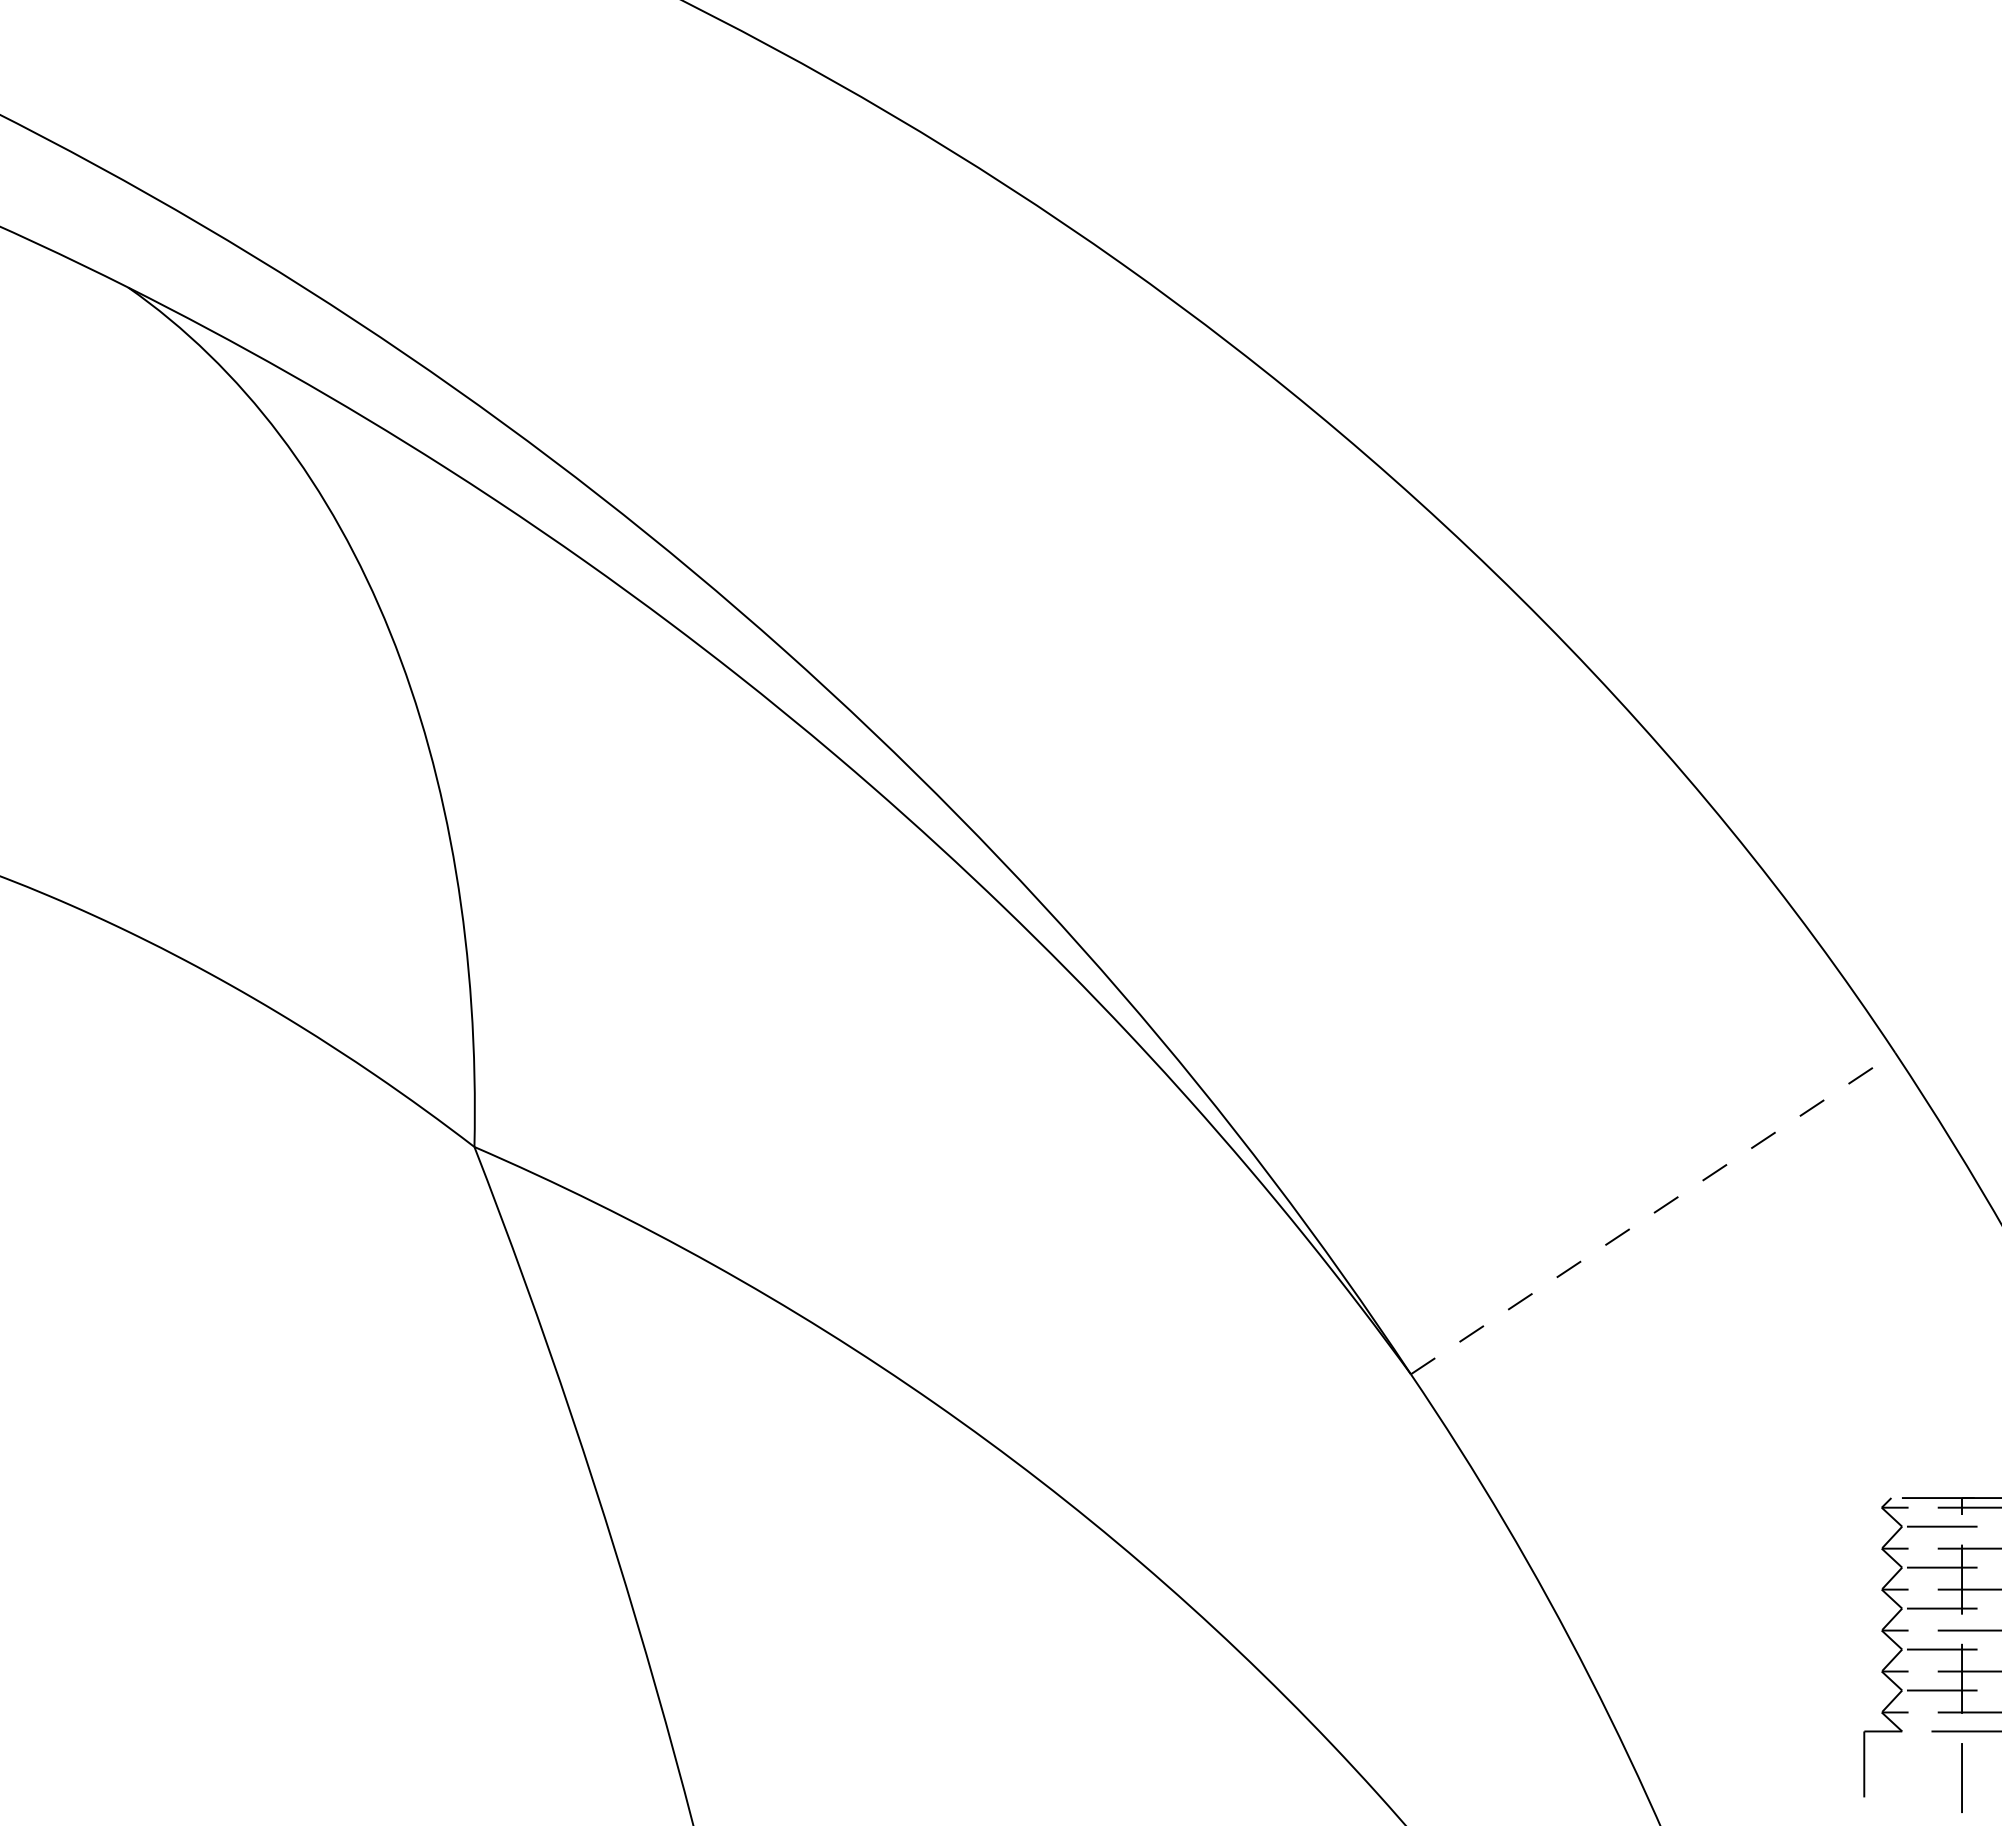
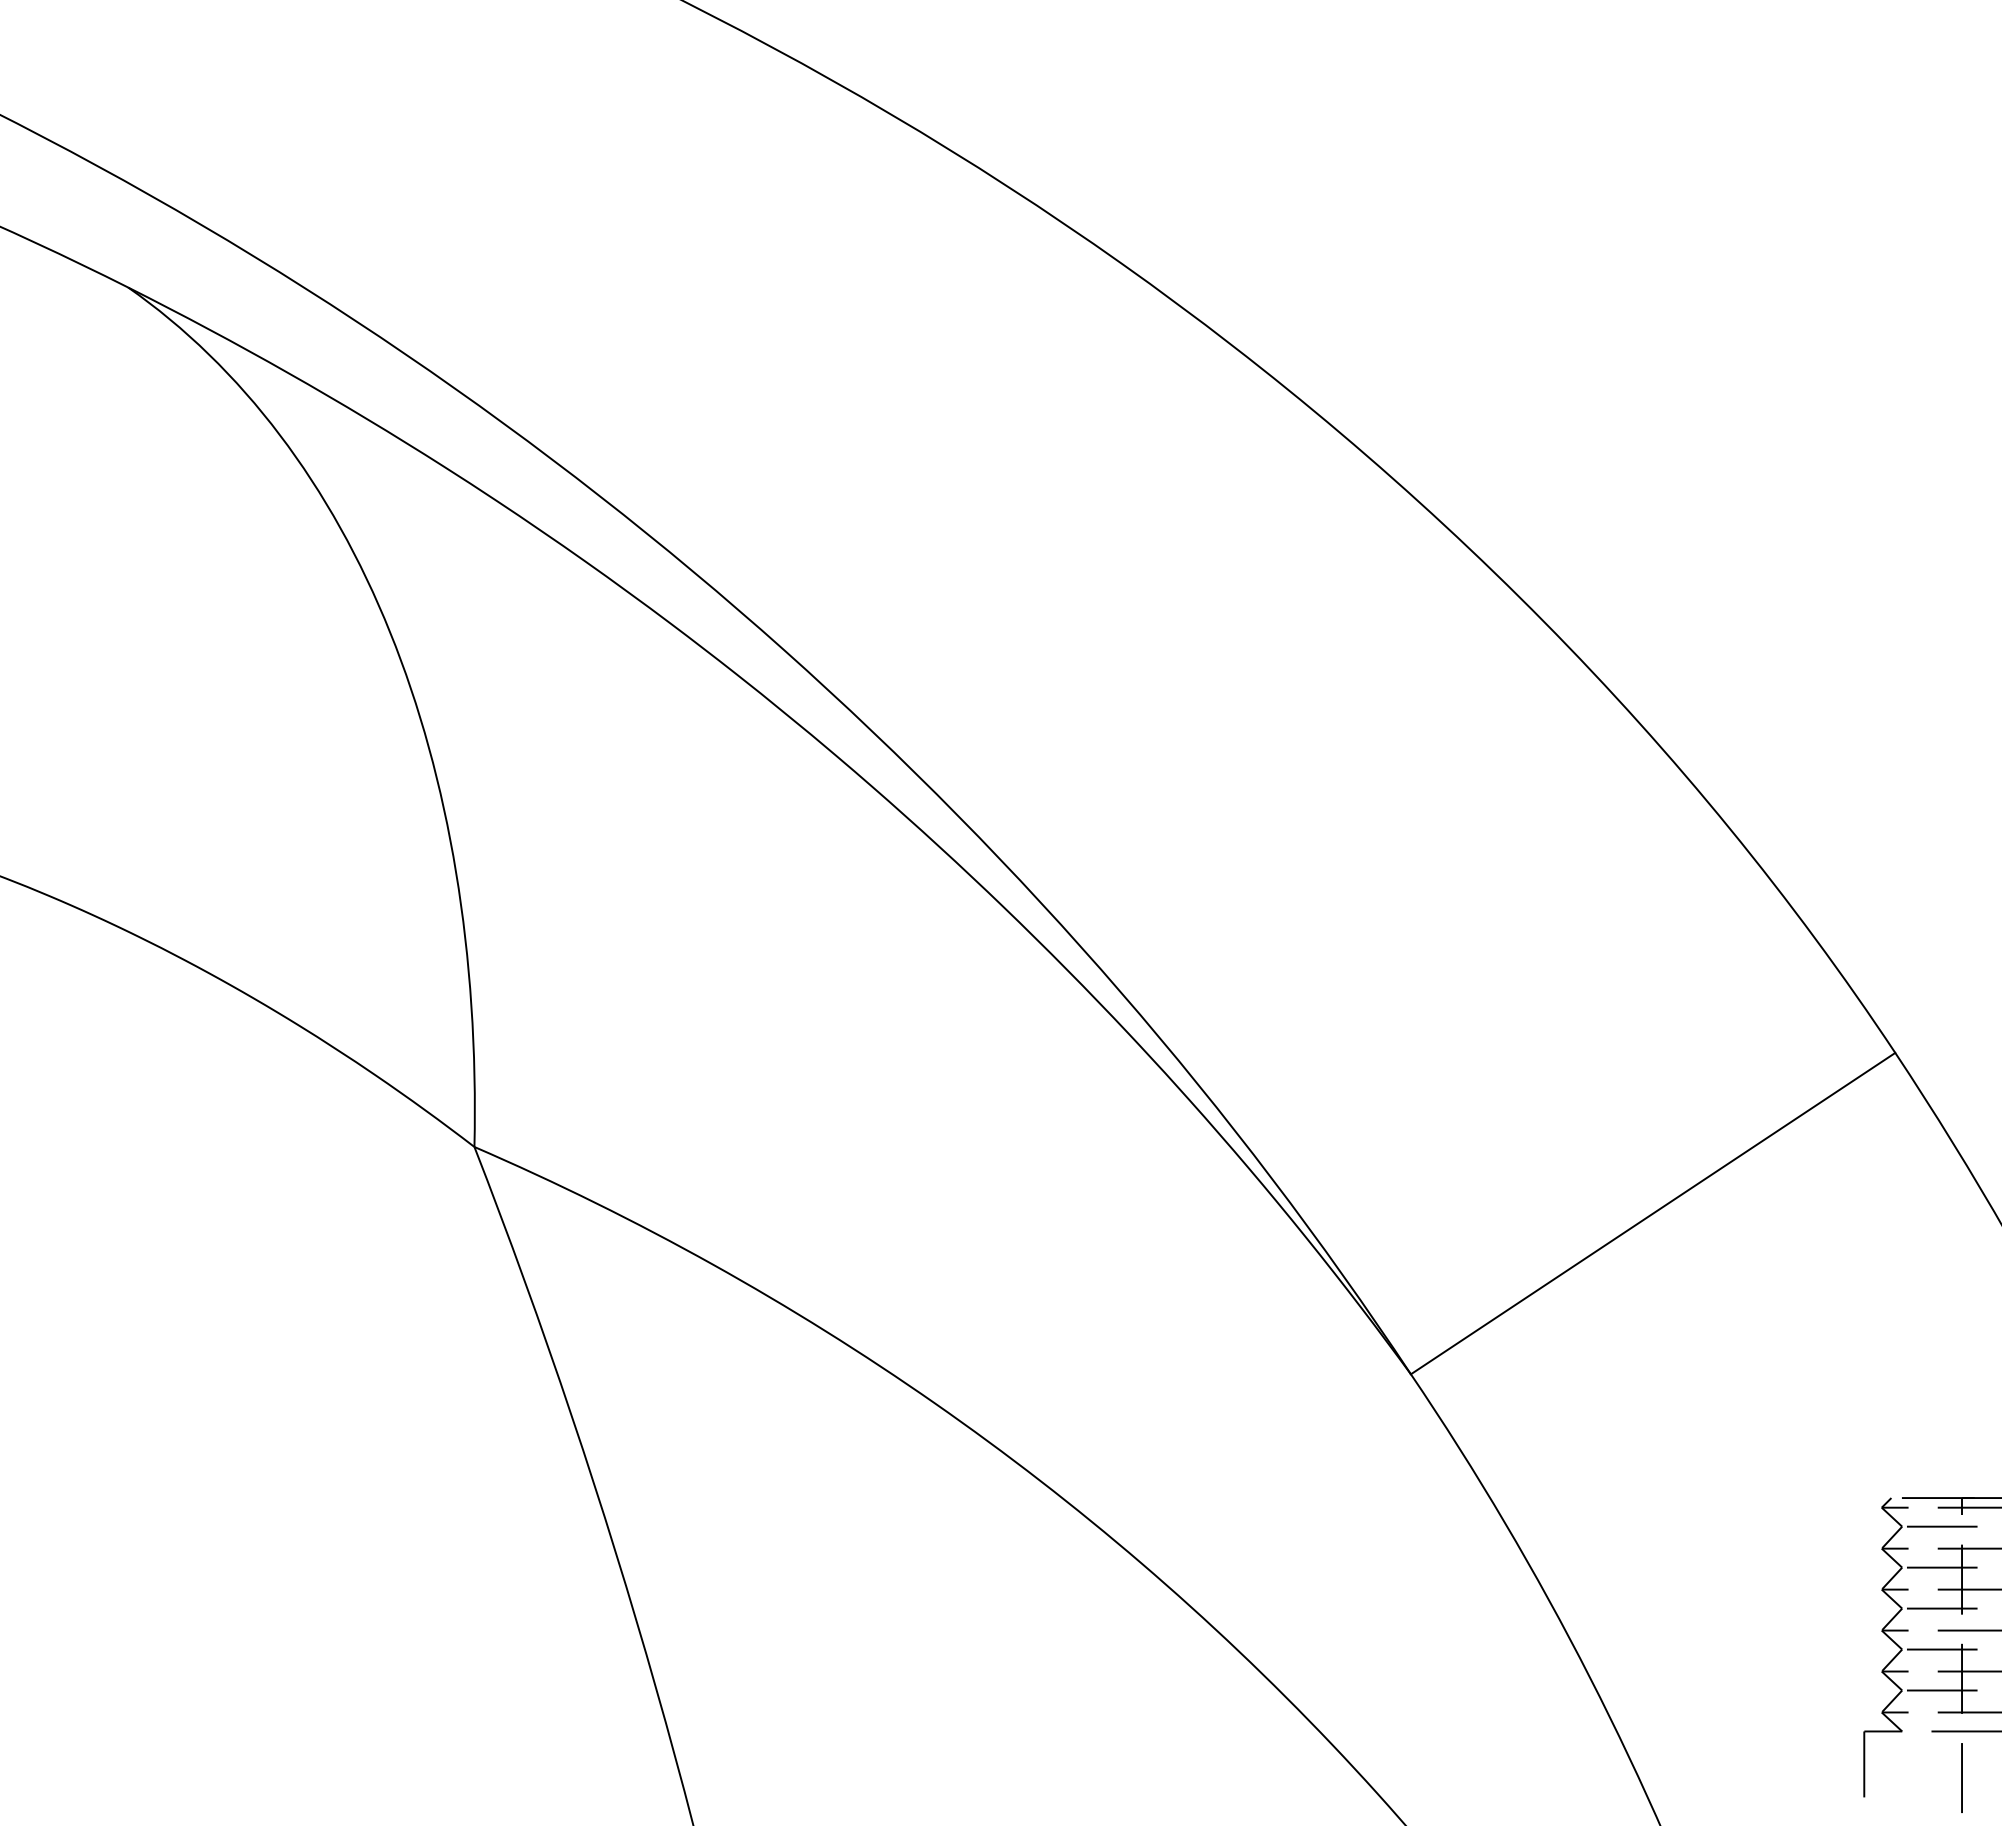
line at (1653, 1213): dashed -> solid
